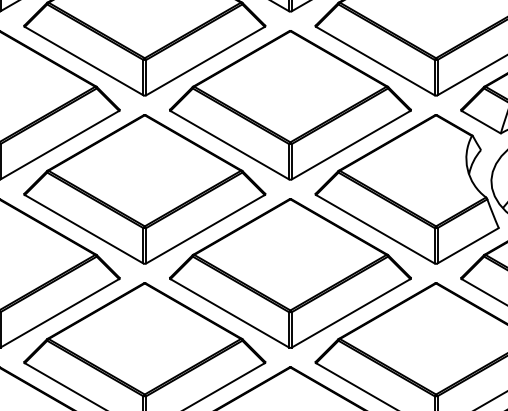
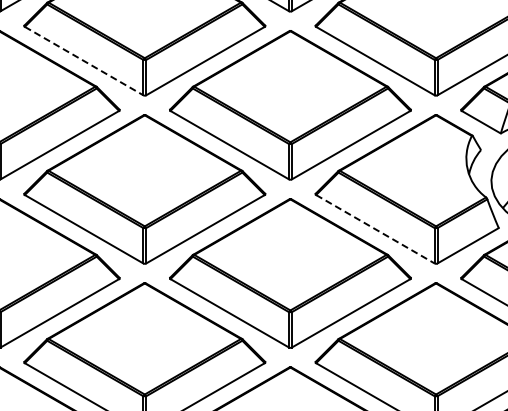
line at (84, 61): solid -> dashed
line at (375, 229): solid -> dashed
